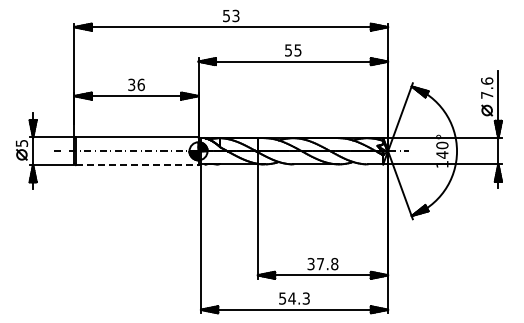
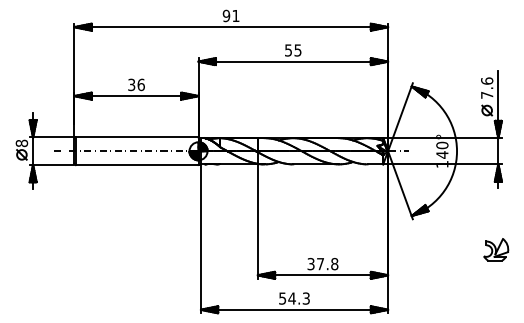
text at (230, 15): 53 -> 91
text at (21, 143): 5 -> 8
line at (137, 165): dashed -> solid
part at (496, 249): none -> present
